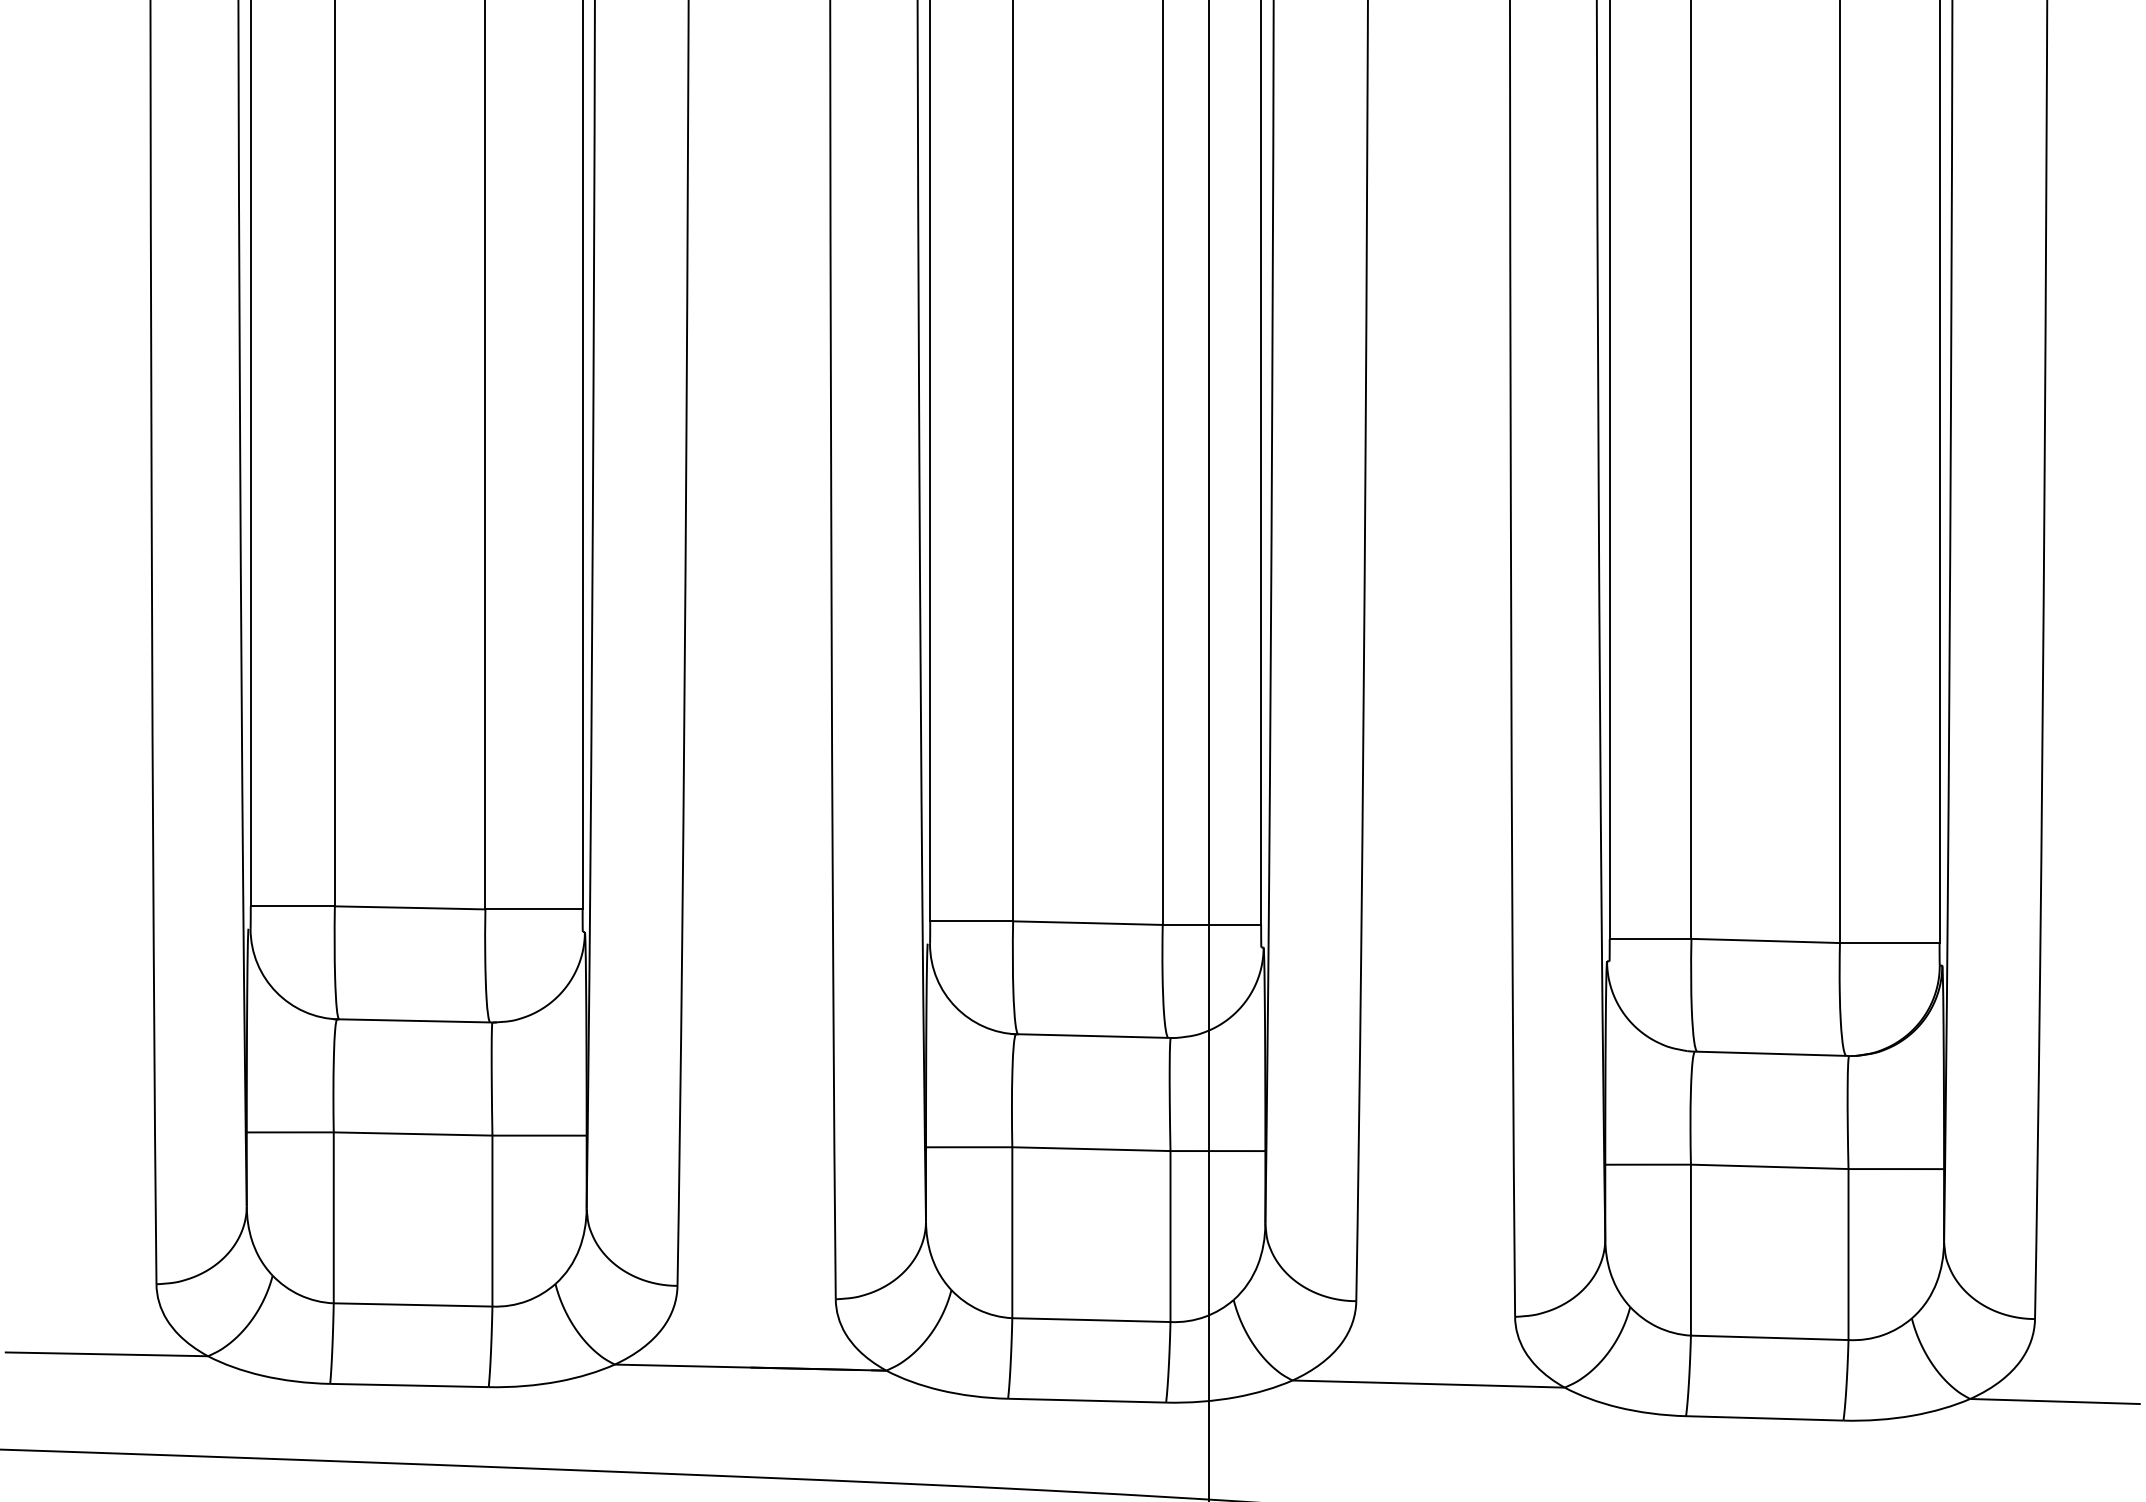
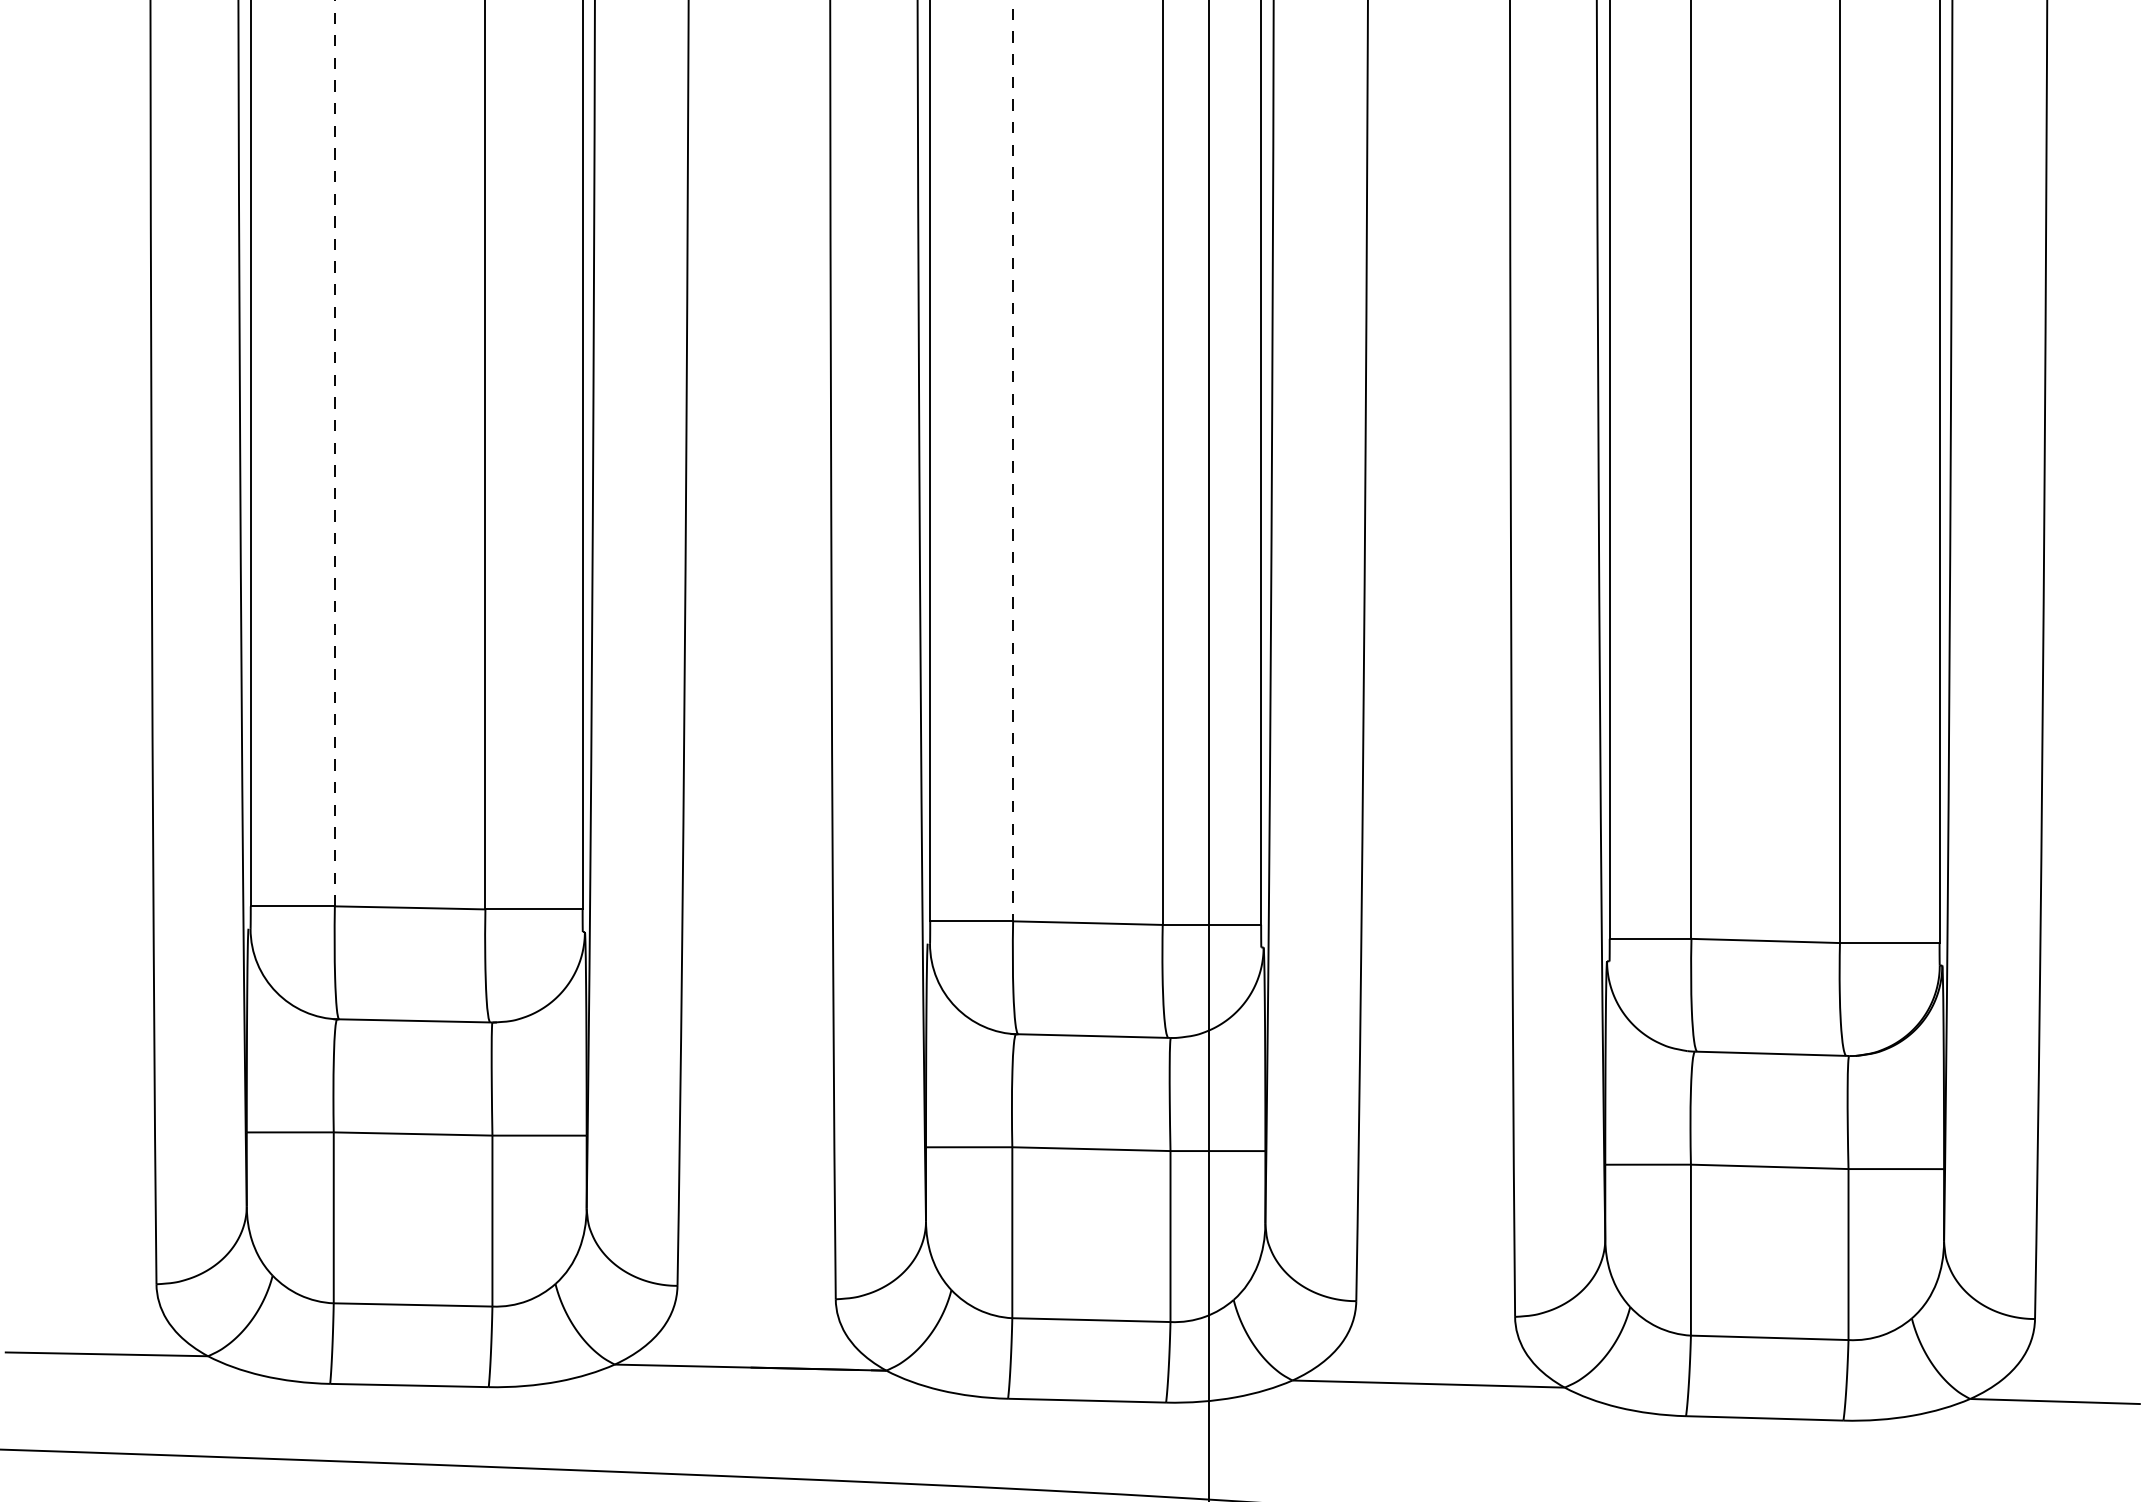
line at (334, 453): solid -> dashed
line at (1013, 461): solid -> dashed
